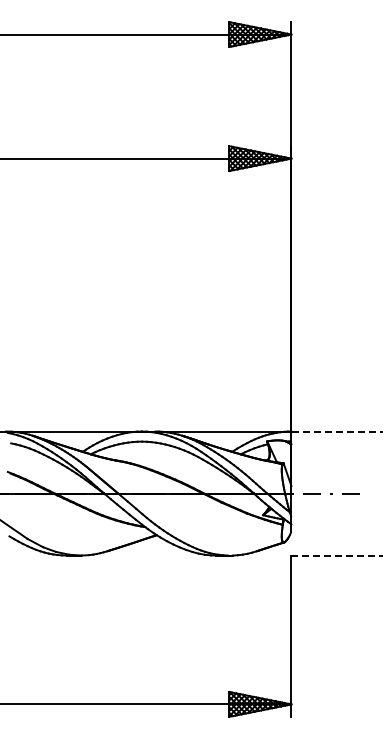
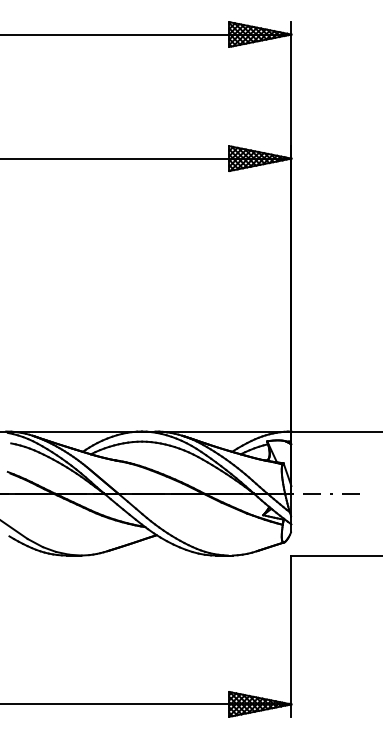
line at (337, 431): dashed -> solid
line at (337, 555): dashed -> solid
